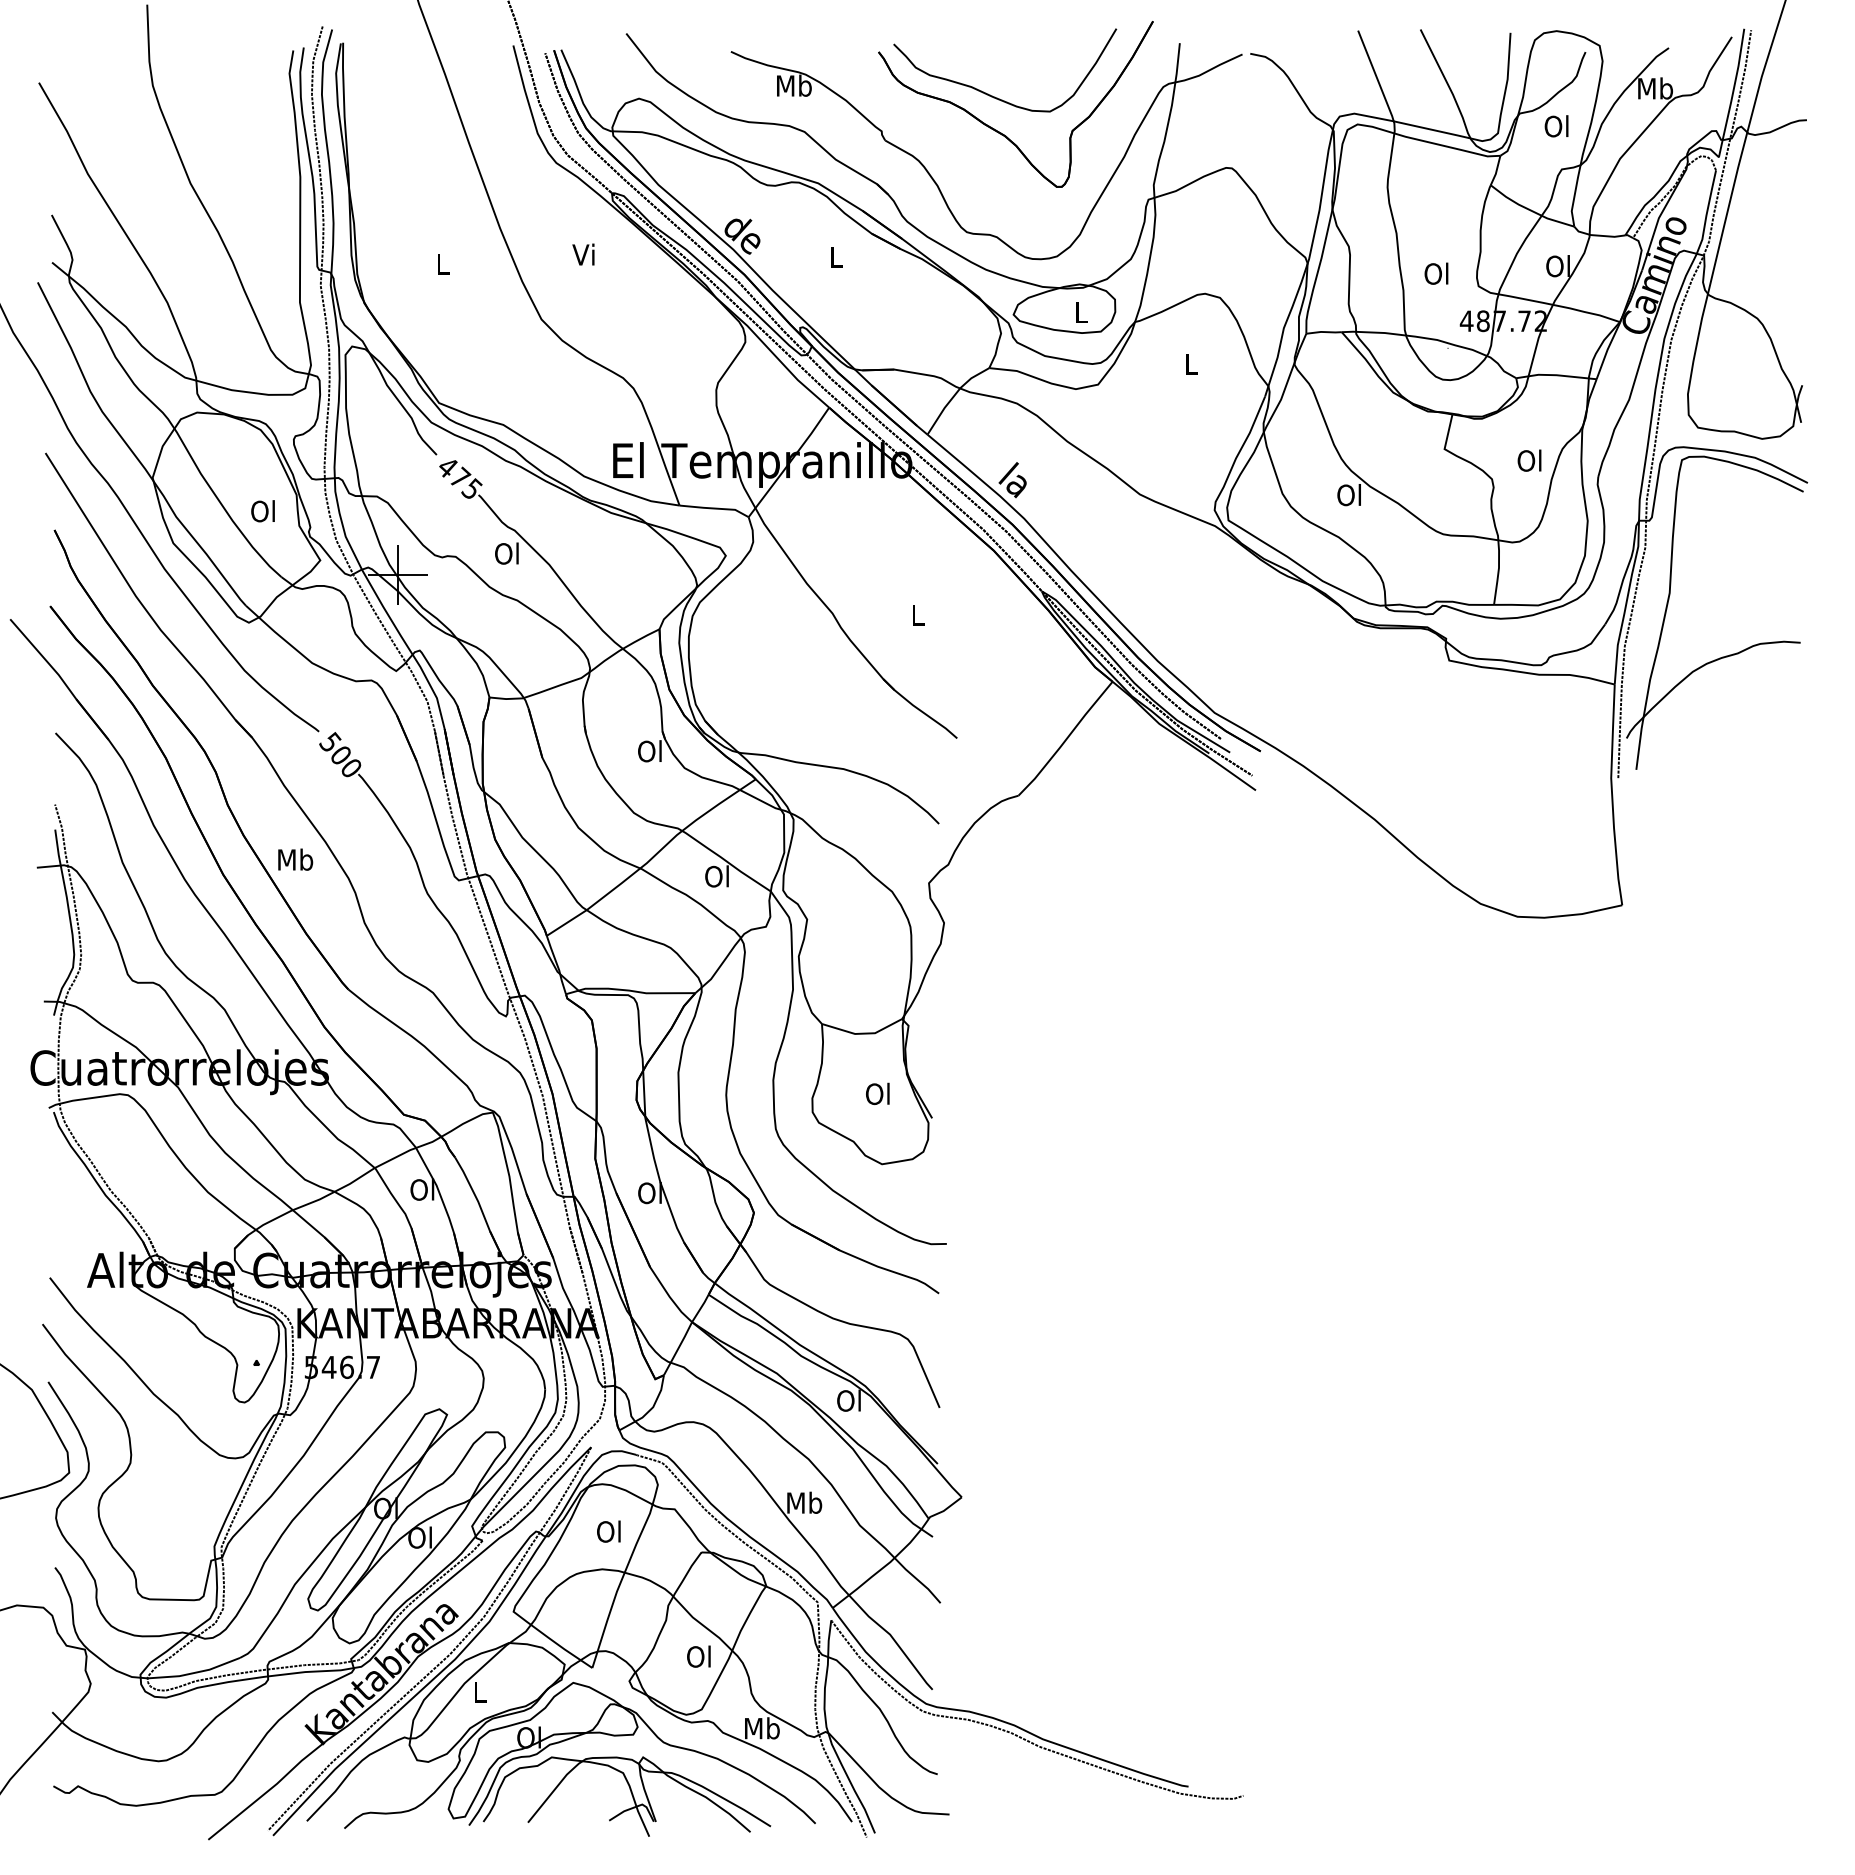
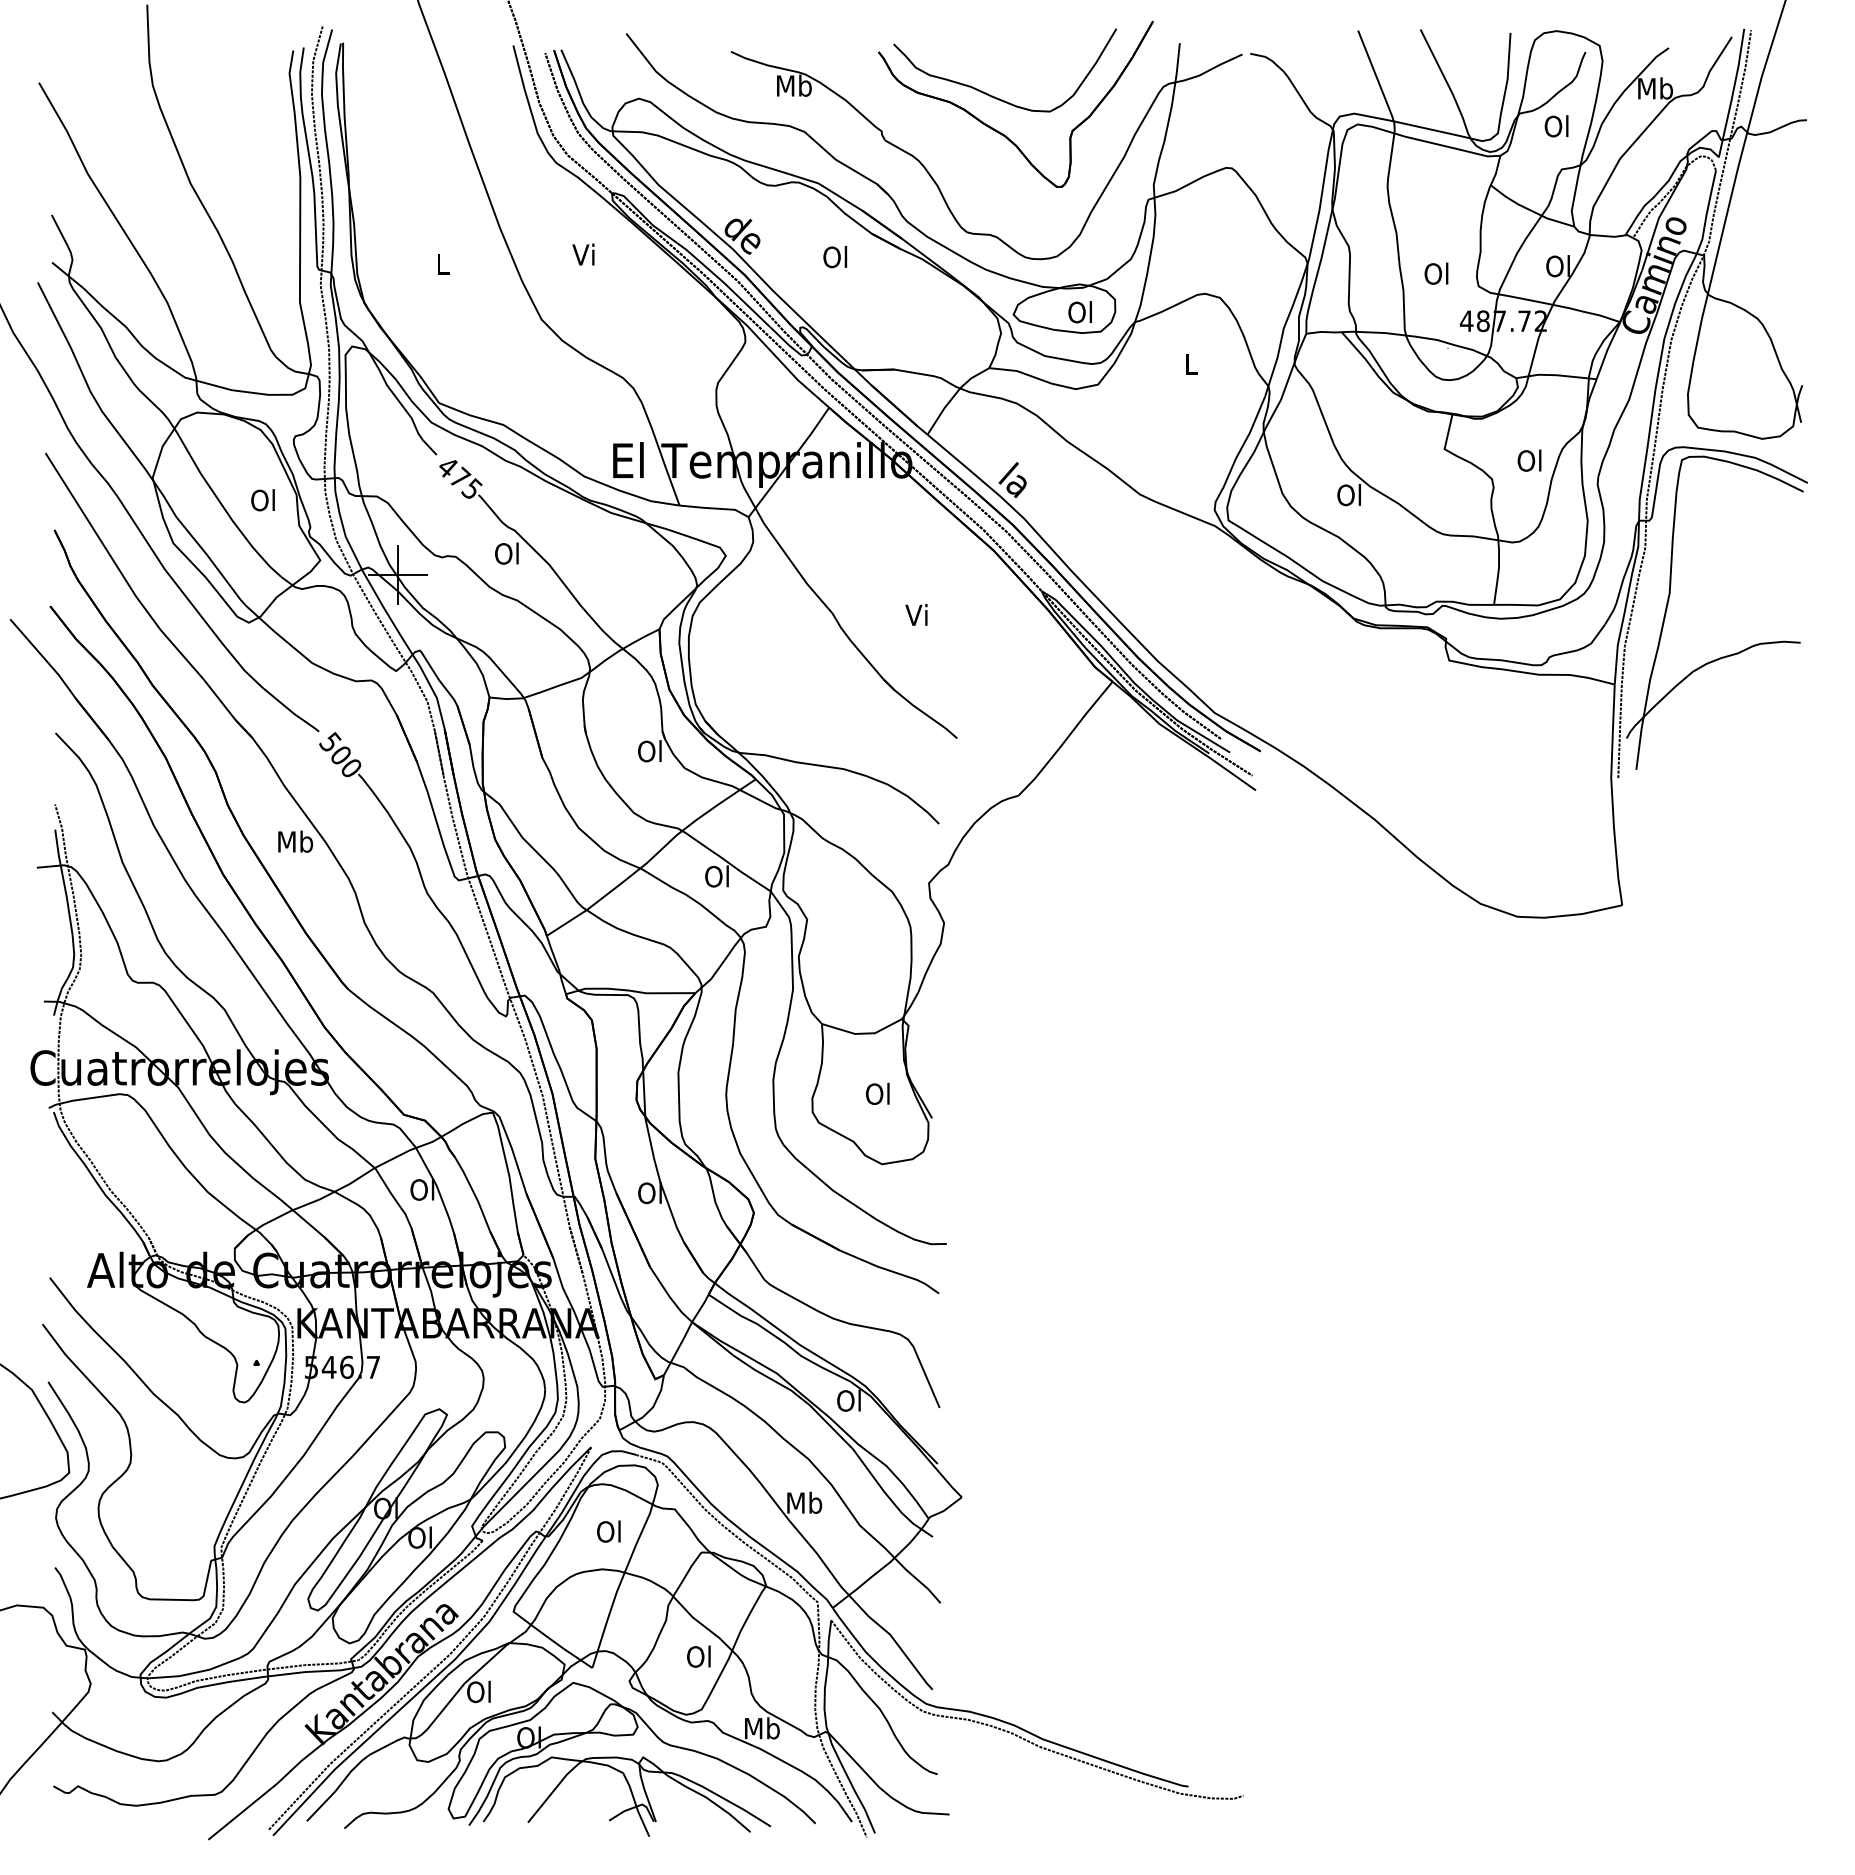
text at (835, 257): L -> Ol
text at (1079, 312): L -> Ol
text at (262, 511) position: (262, 511) -> (262, 500)
text at (916, 614): L -> Vi
text at (295, 859) position: (295, 859) -> (295, 841)
text at (478, 1691): L -> Ol
